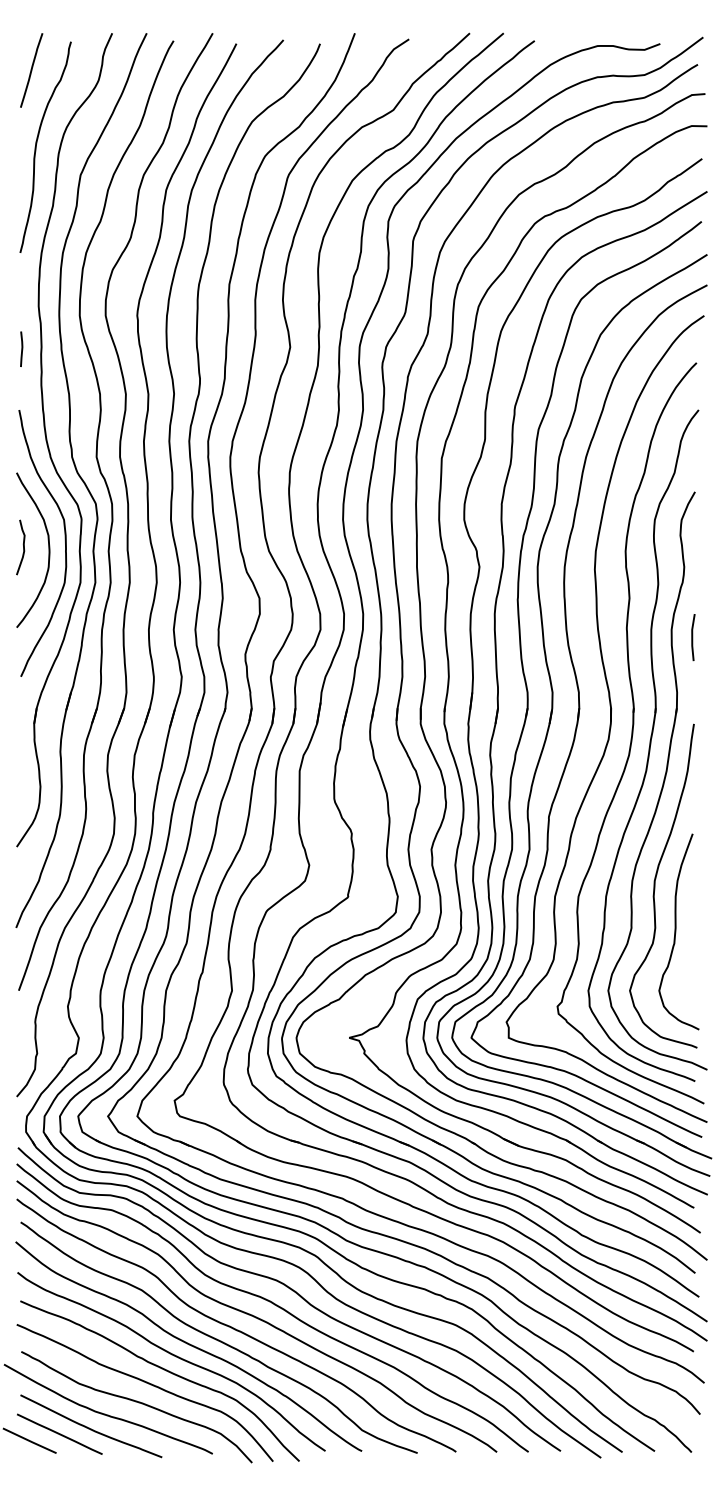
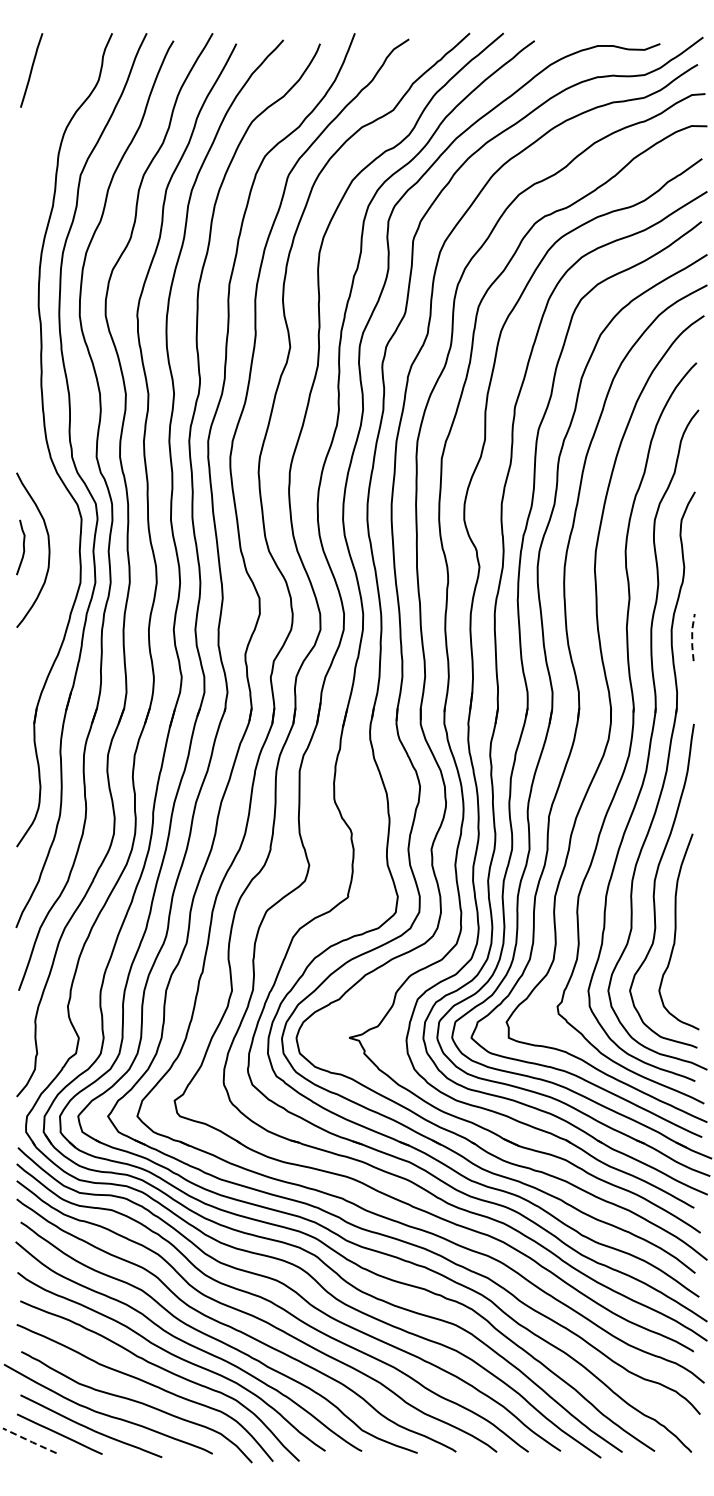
curve at (37, 143): present -> none
line at (21, 348): present -> none
curve at (64, 540): present -> none
line at (692, 637): solid -> dashed
line at (29, 1441): solid -> dashed
